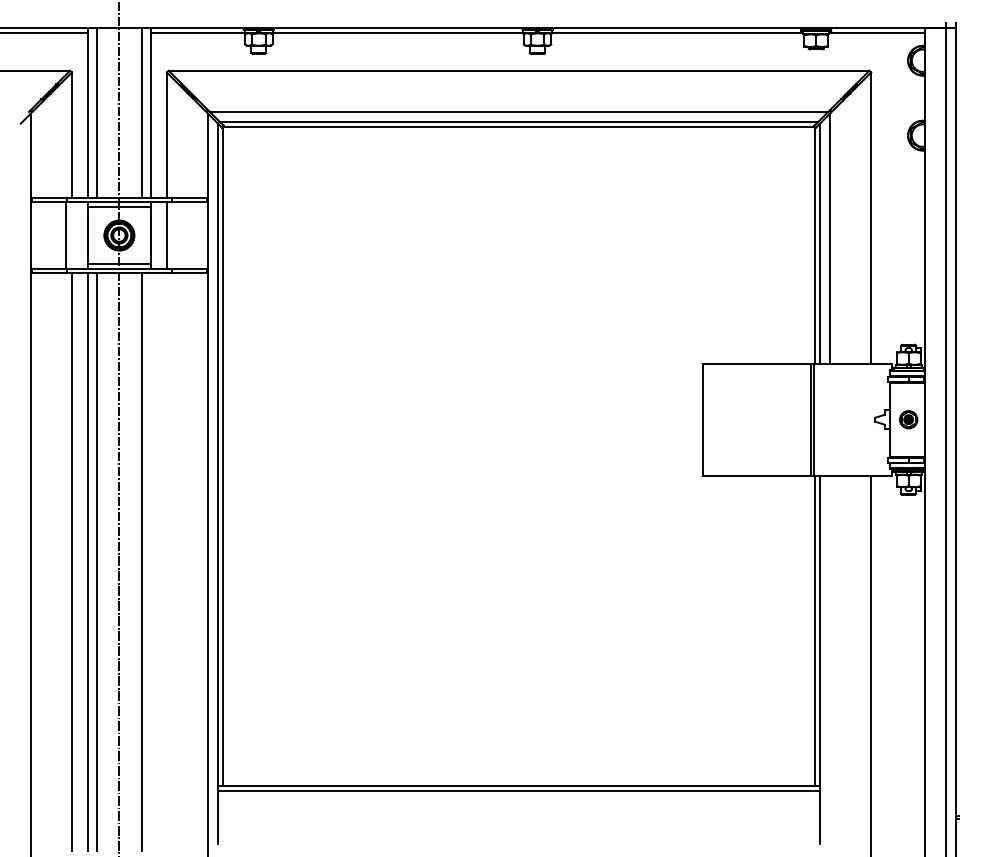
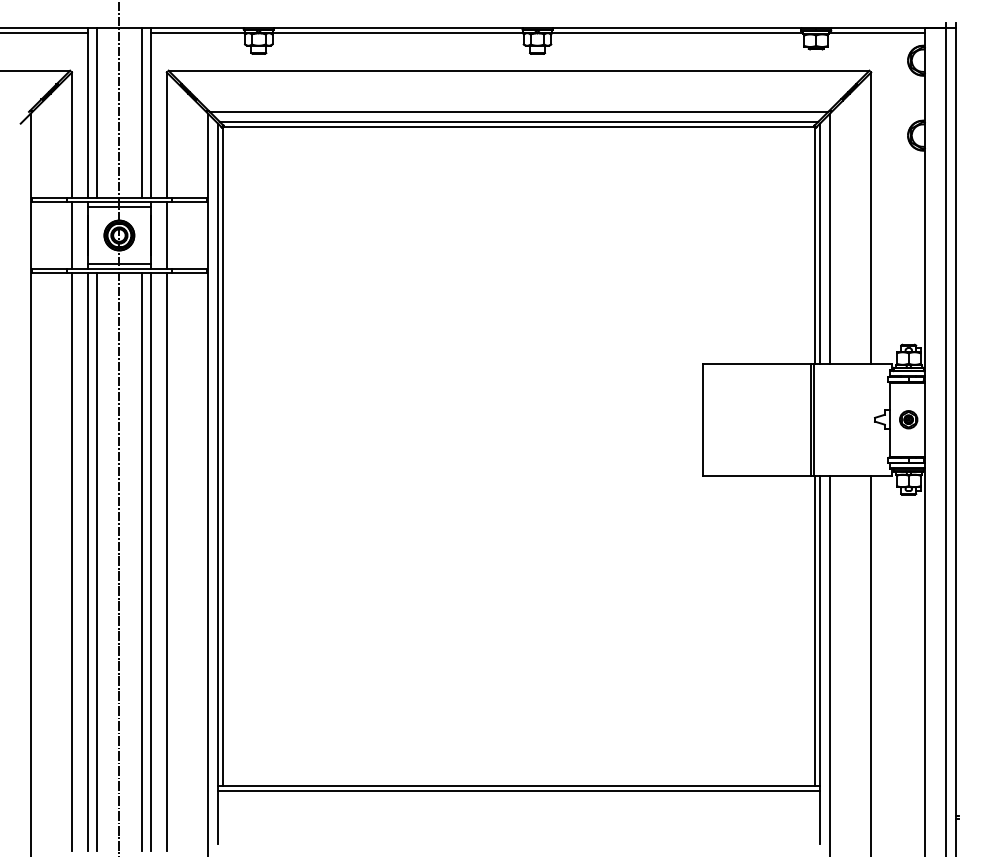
line at (65, 235) position: (65, 235) -> (71, 235)
line at (150, 562): none -> present
line at (166, 562): none -> present
line at (830, 664): none -> present
